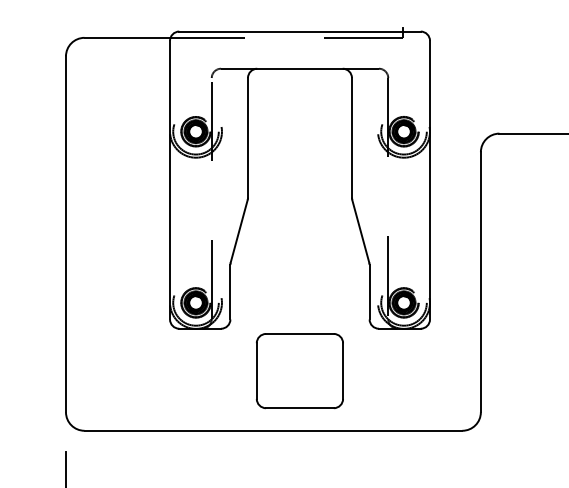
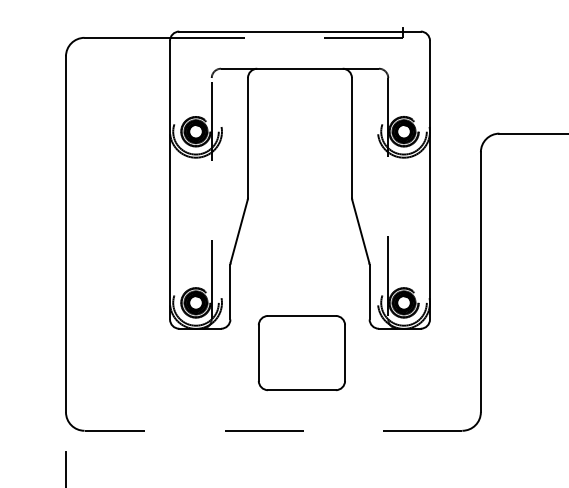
part at (299, 371) position: (299, 371) -> (301, 353)
line at (273, 430): solid -> dashed
